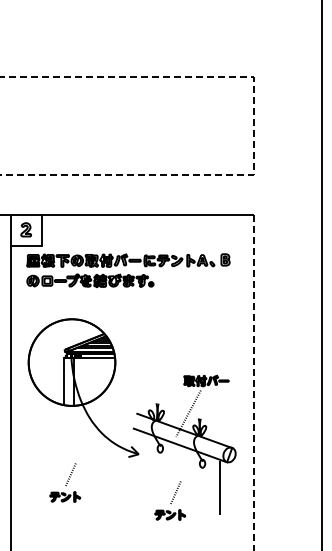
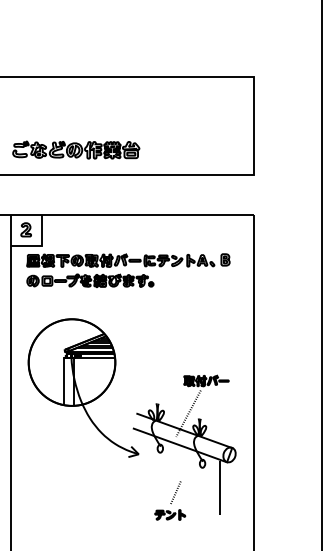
line at (253, 125): dashed -> solid
part at (76, 149): none -> present
line at (253, 382): dashed -> solid
part at (65, 482): present -> none
